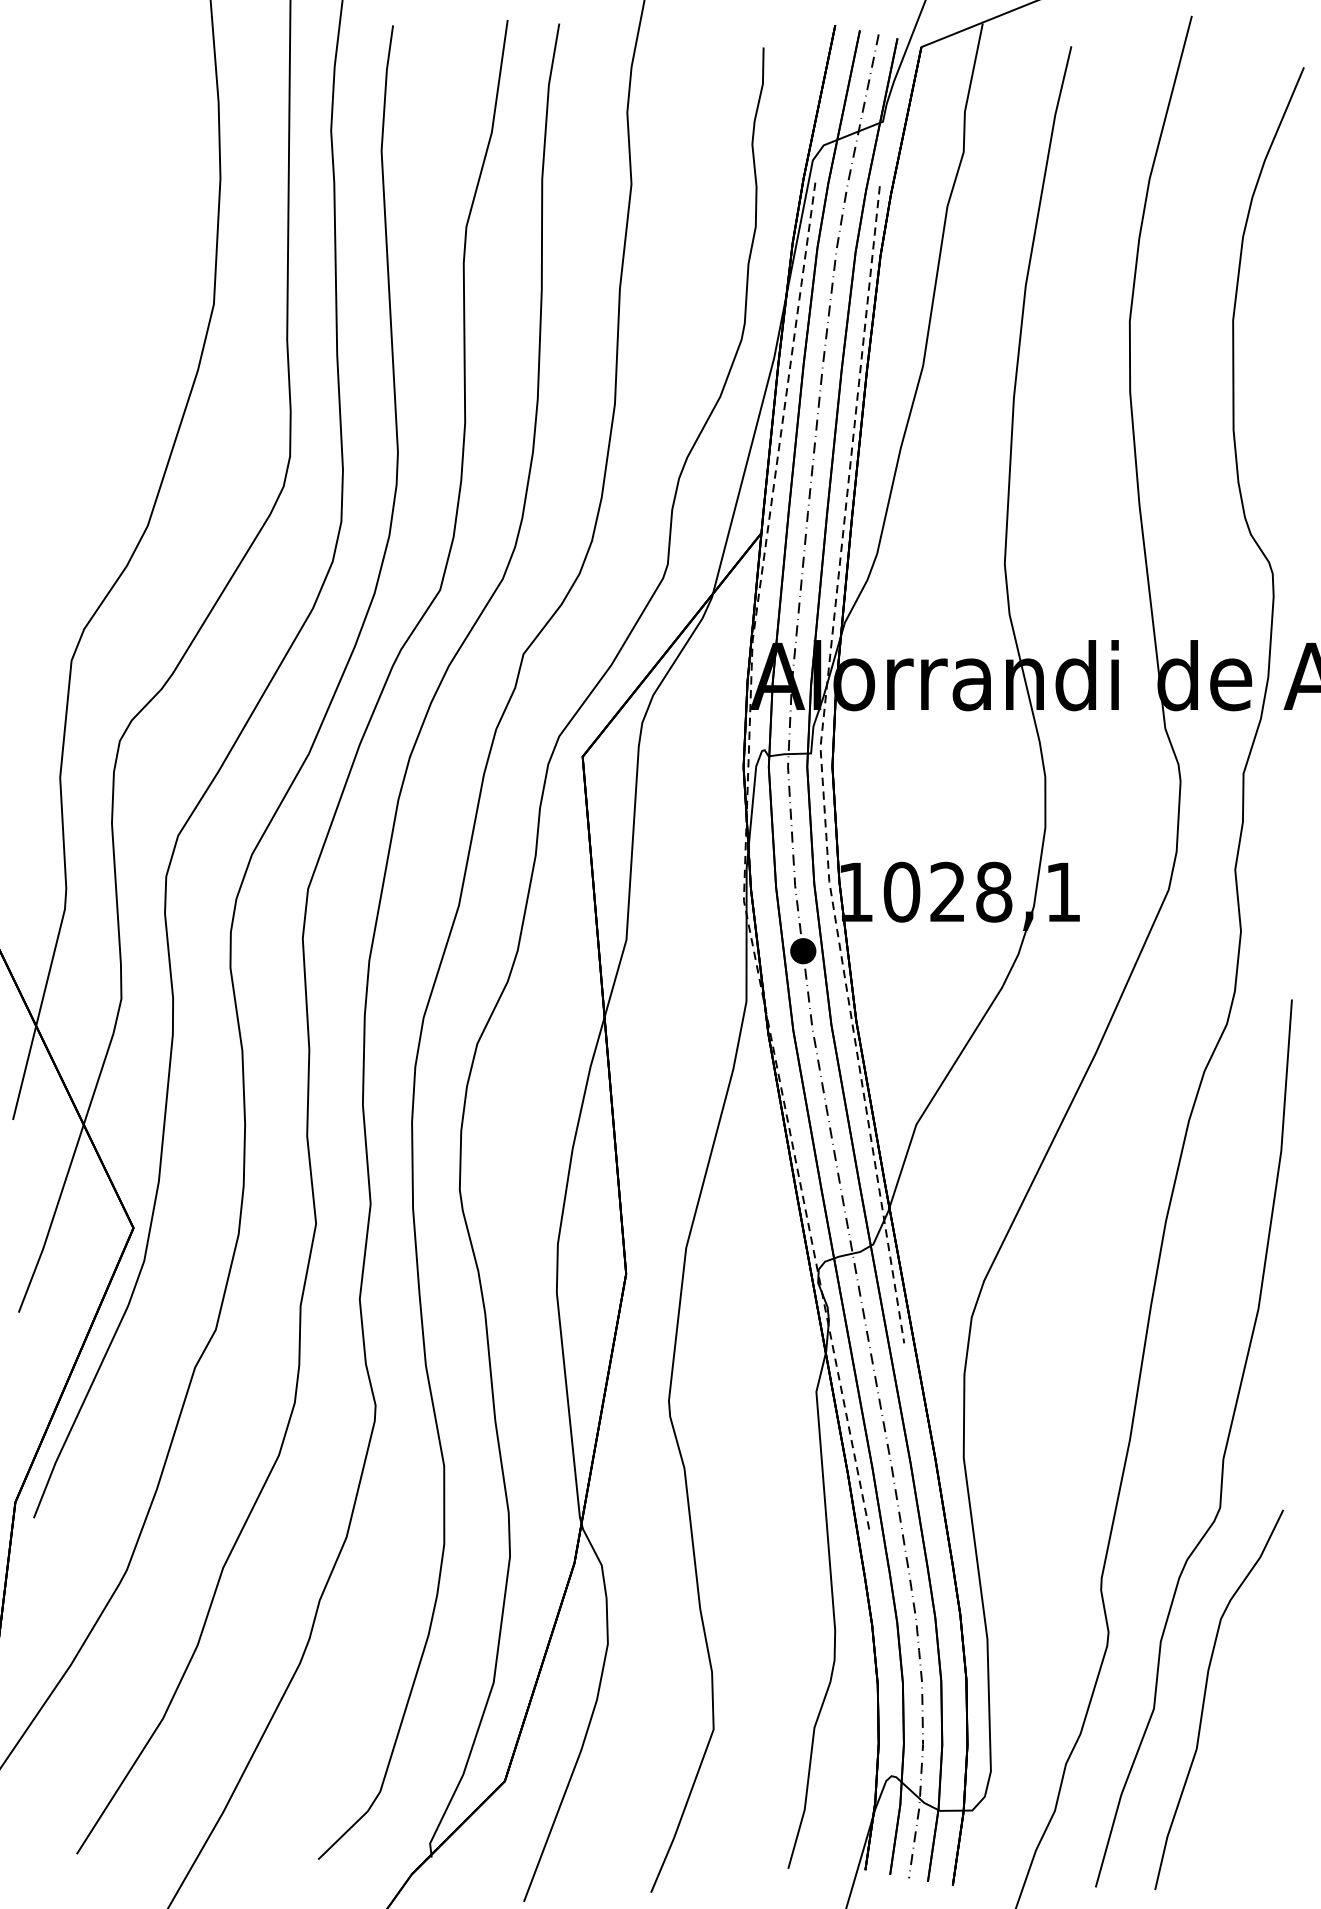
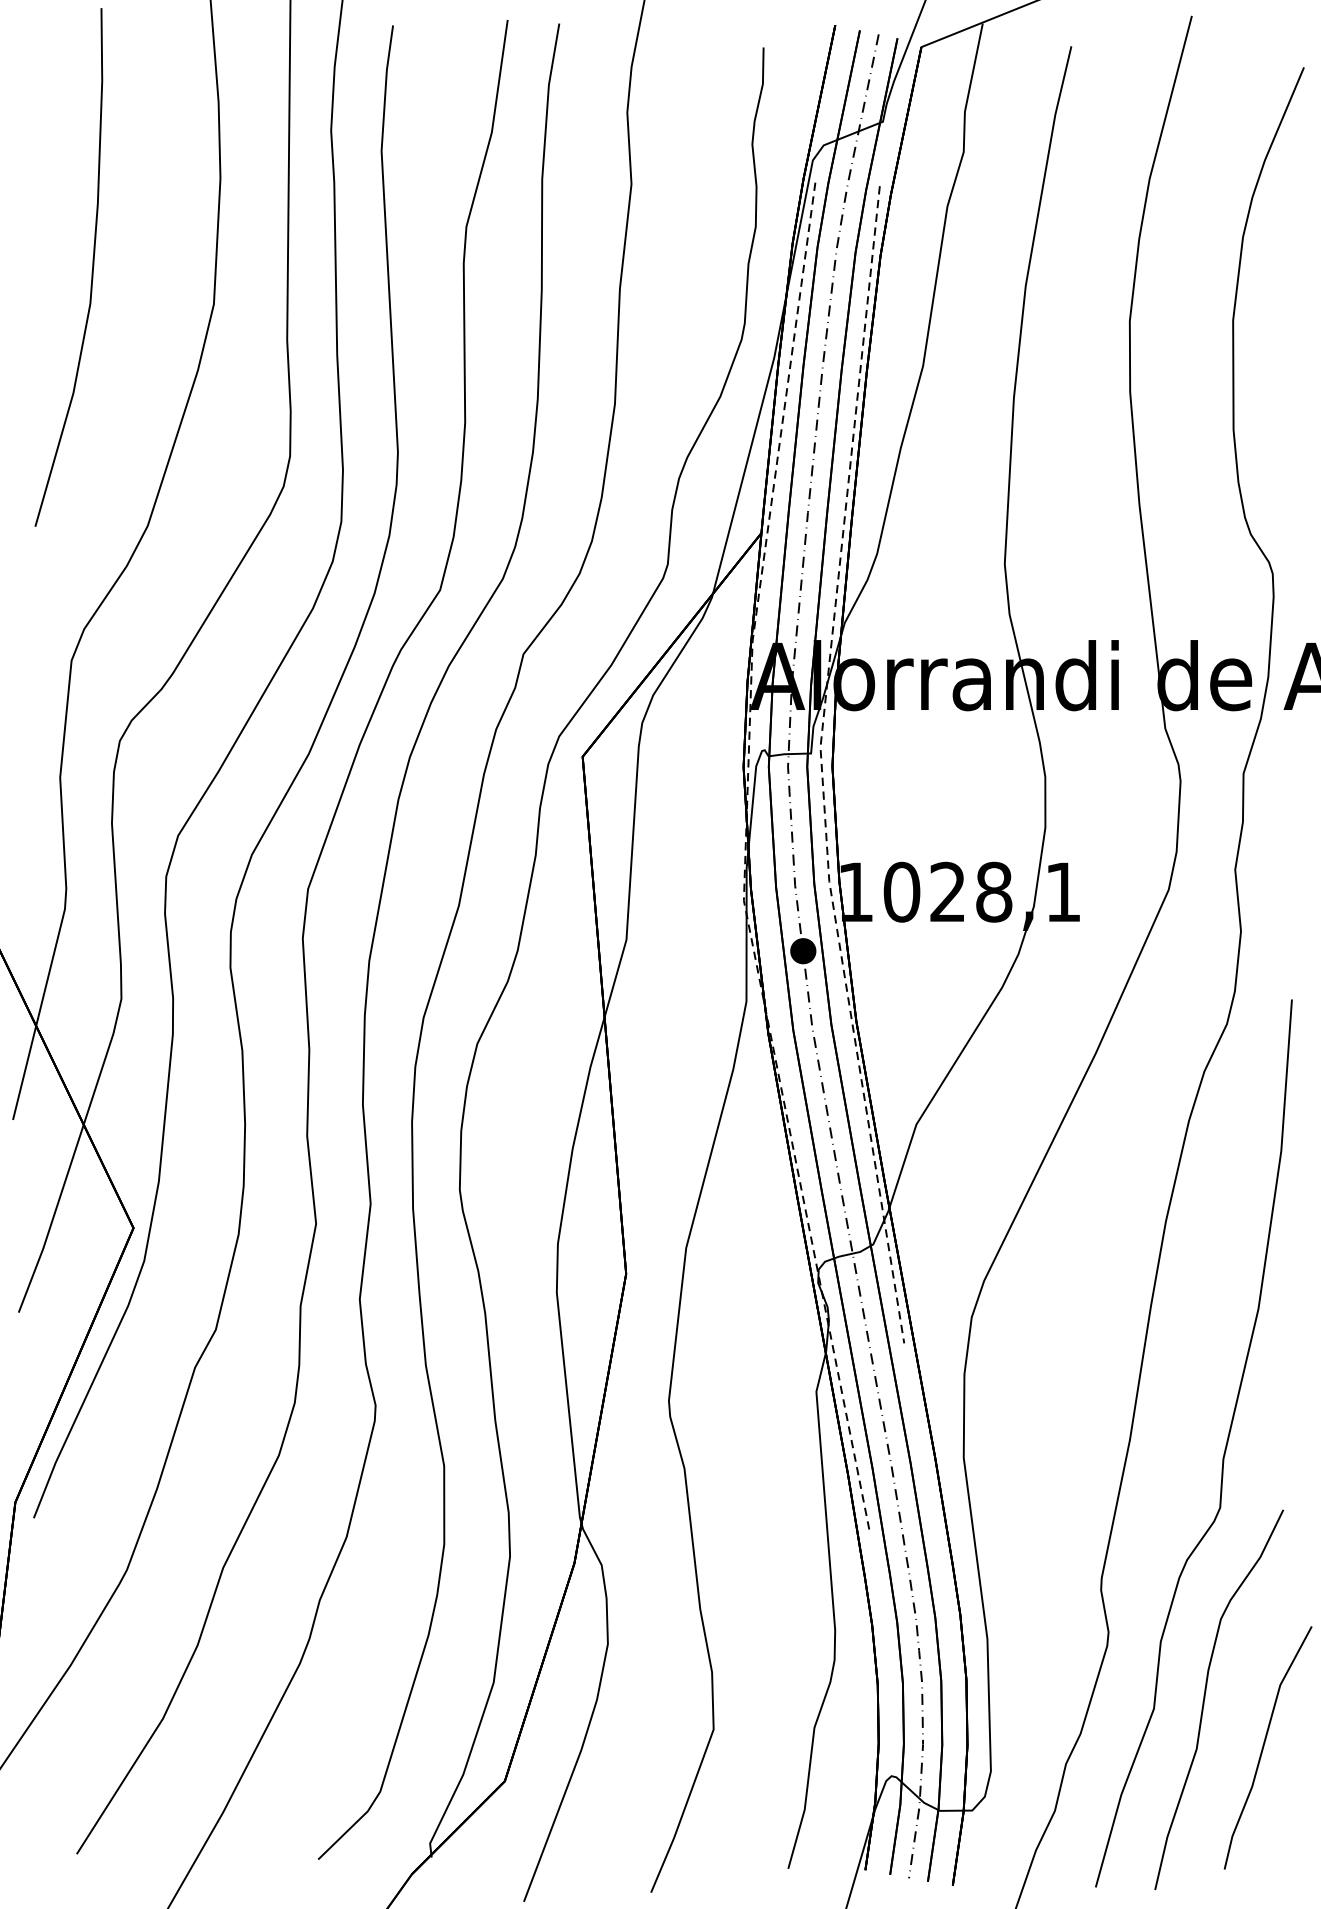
curve at (91, 271): none -> present
line at (1264, 1746): none -> present
